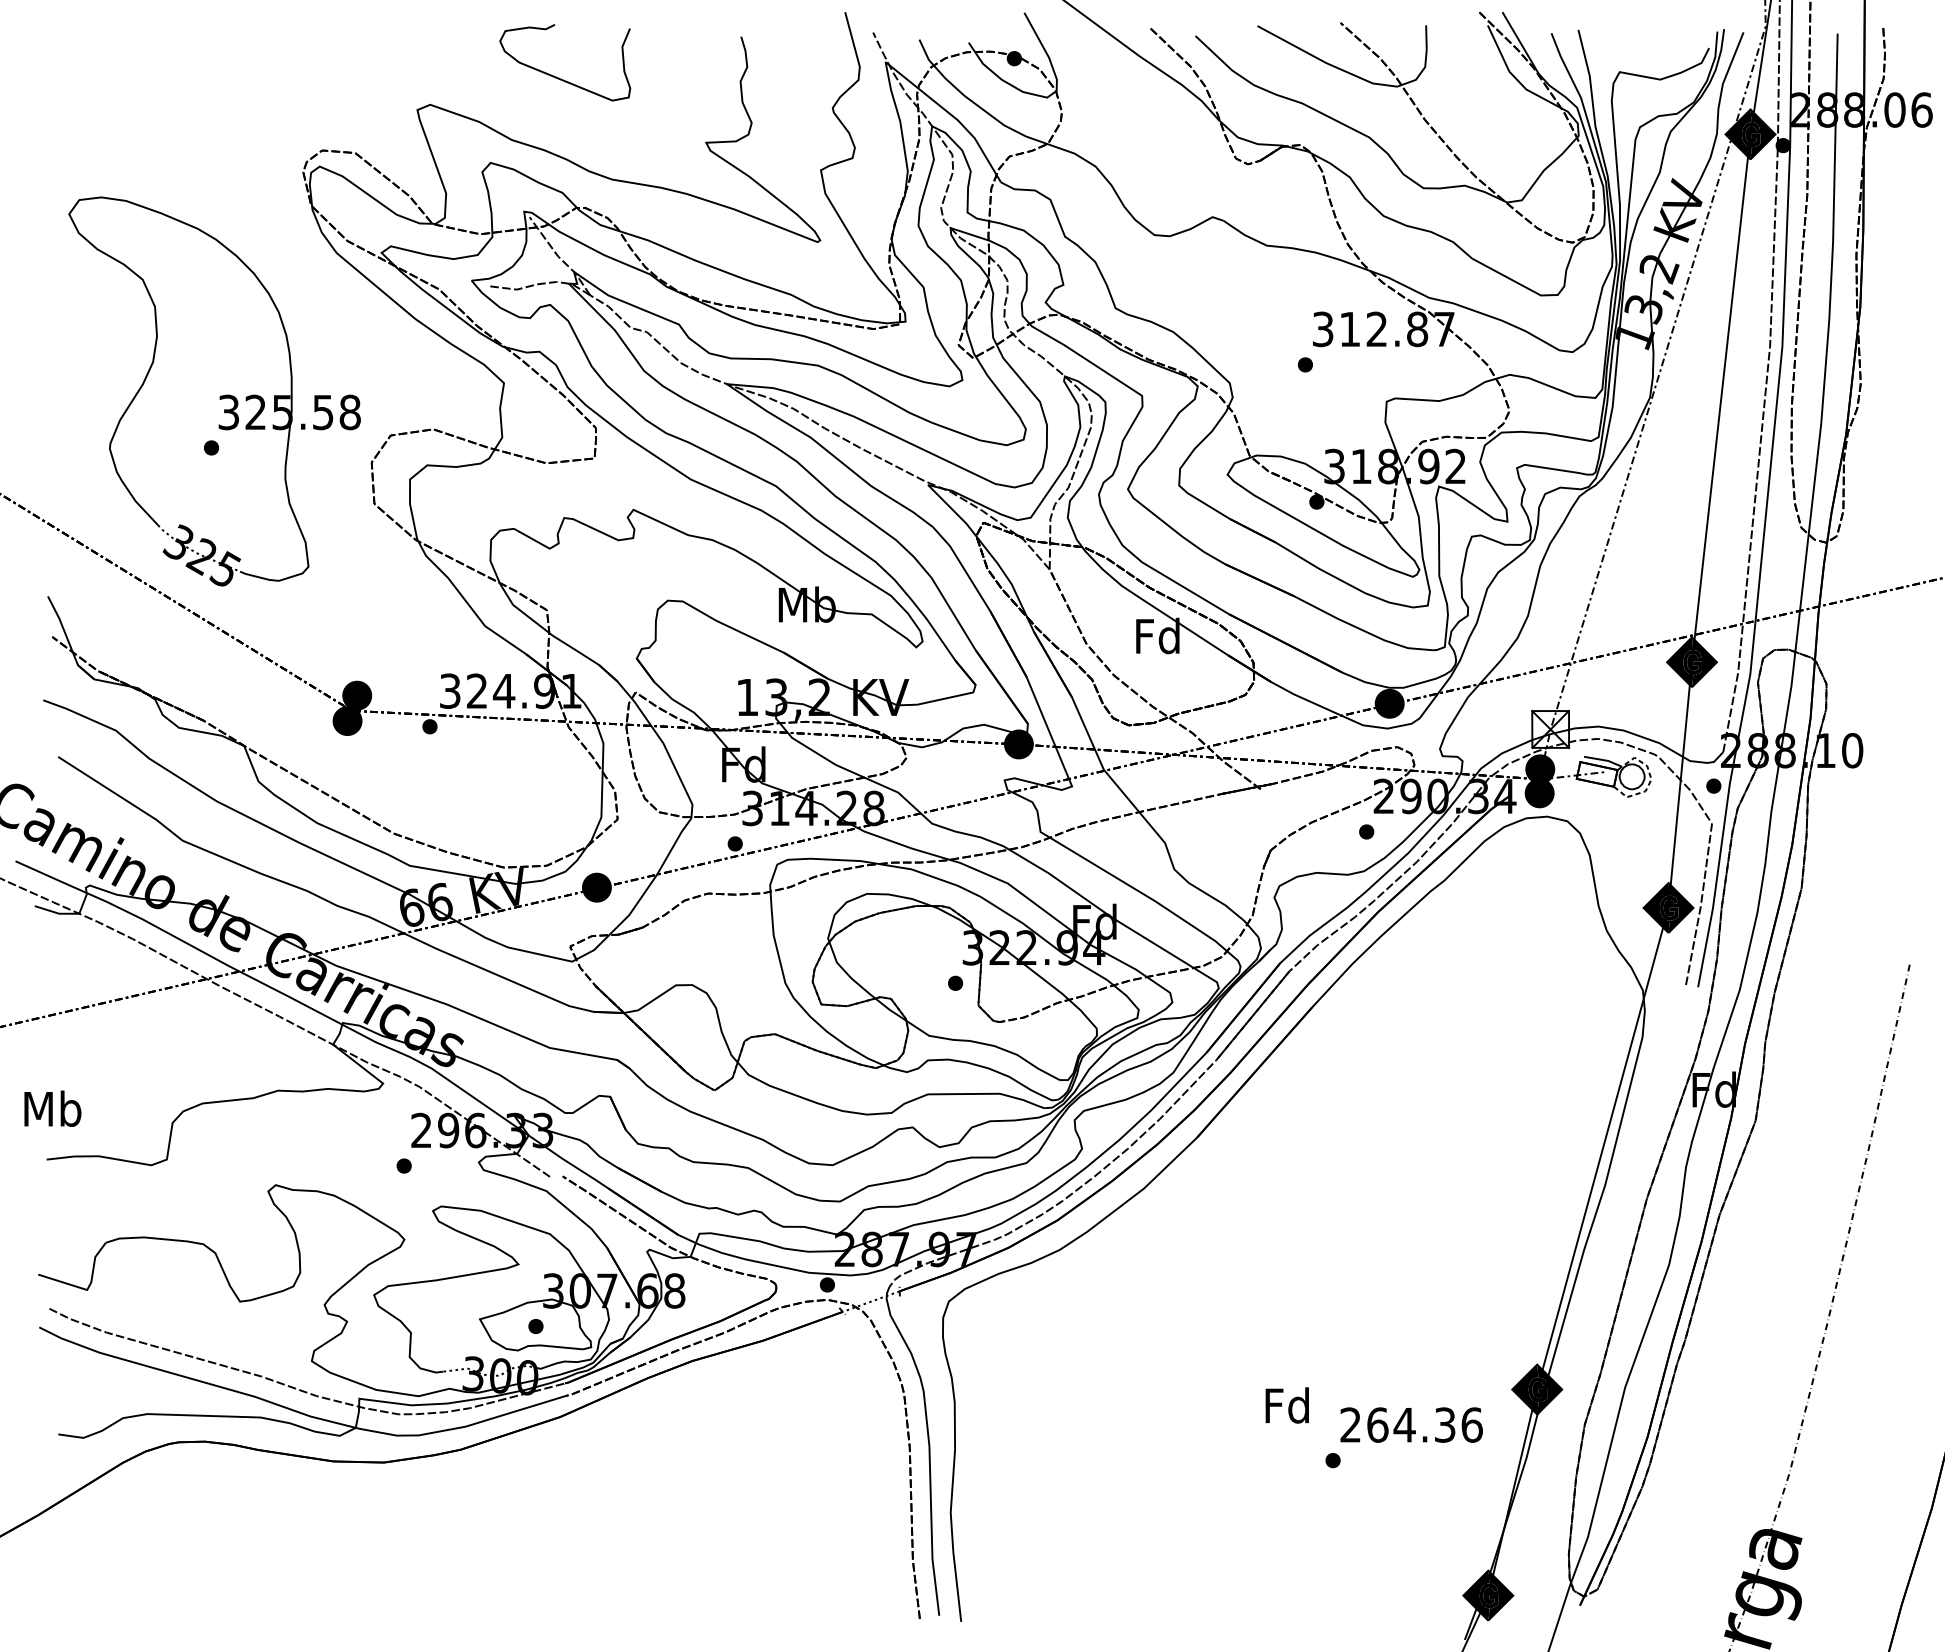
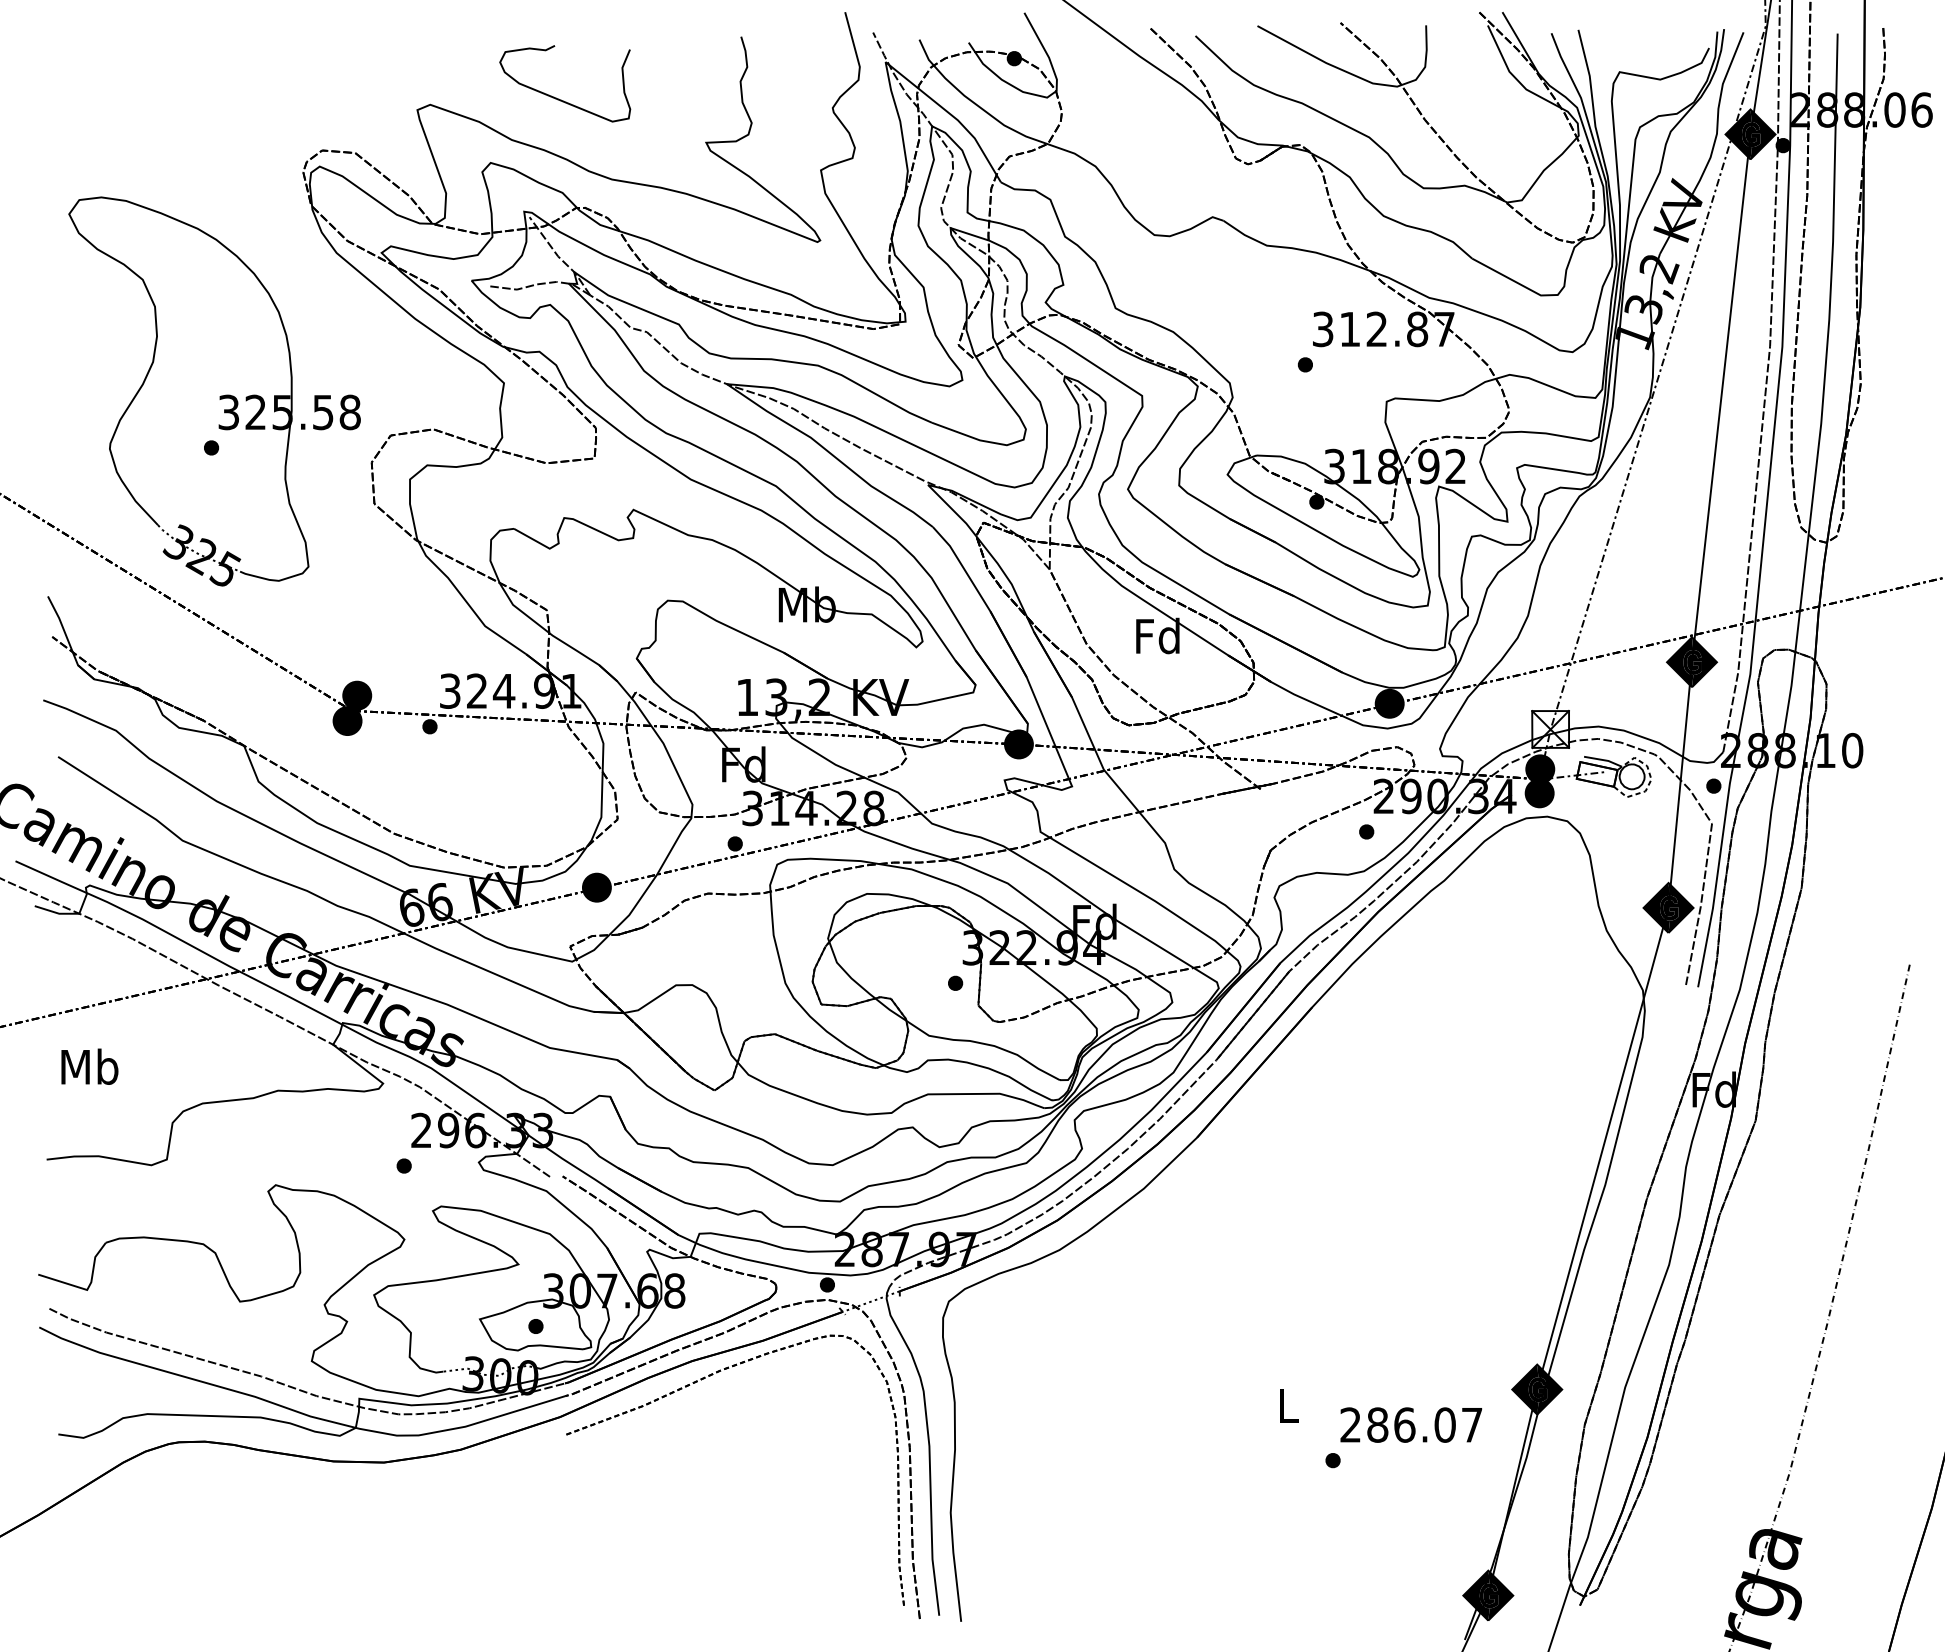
curve at (561, 78) position: (561, 78) -> (561, 99)
text at (52, 1108) position: (52, 1108) -> (89, 1066)
part at (695, 1383): none -> present
text at (1286, 1405): Fd -> L
text at (1424, 1424): 264.36 -> 286.07
